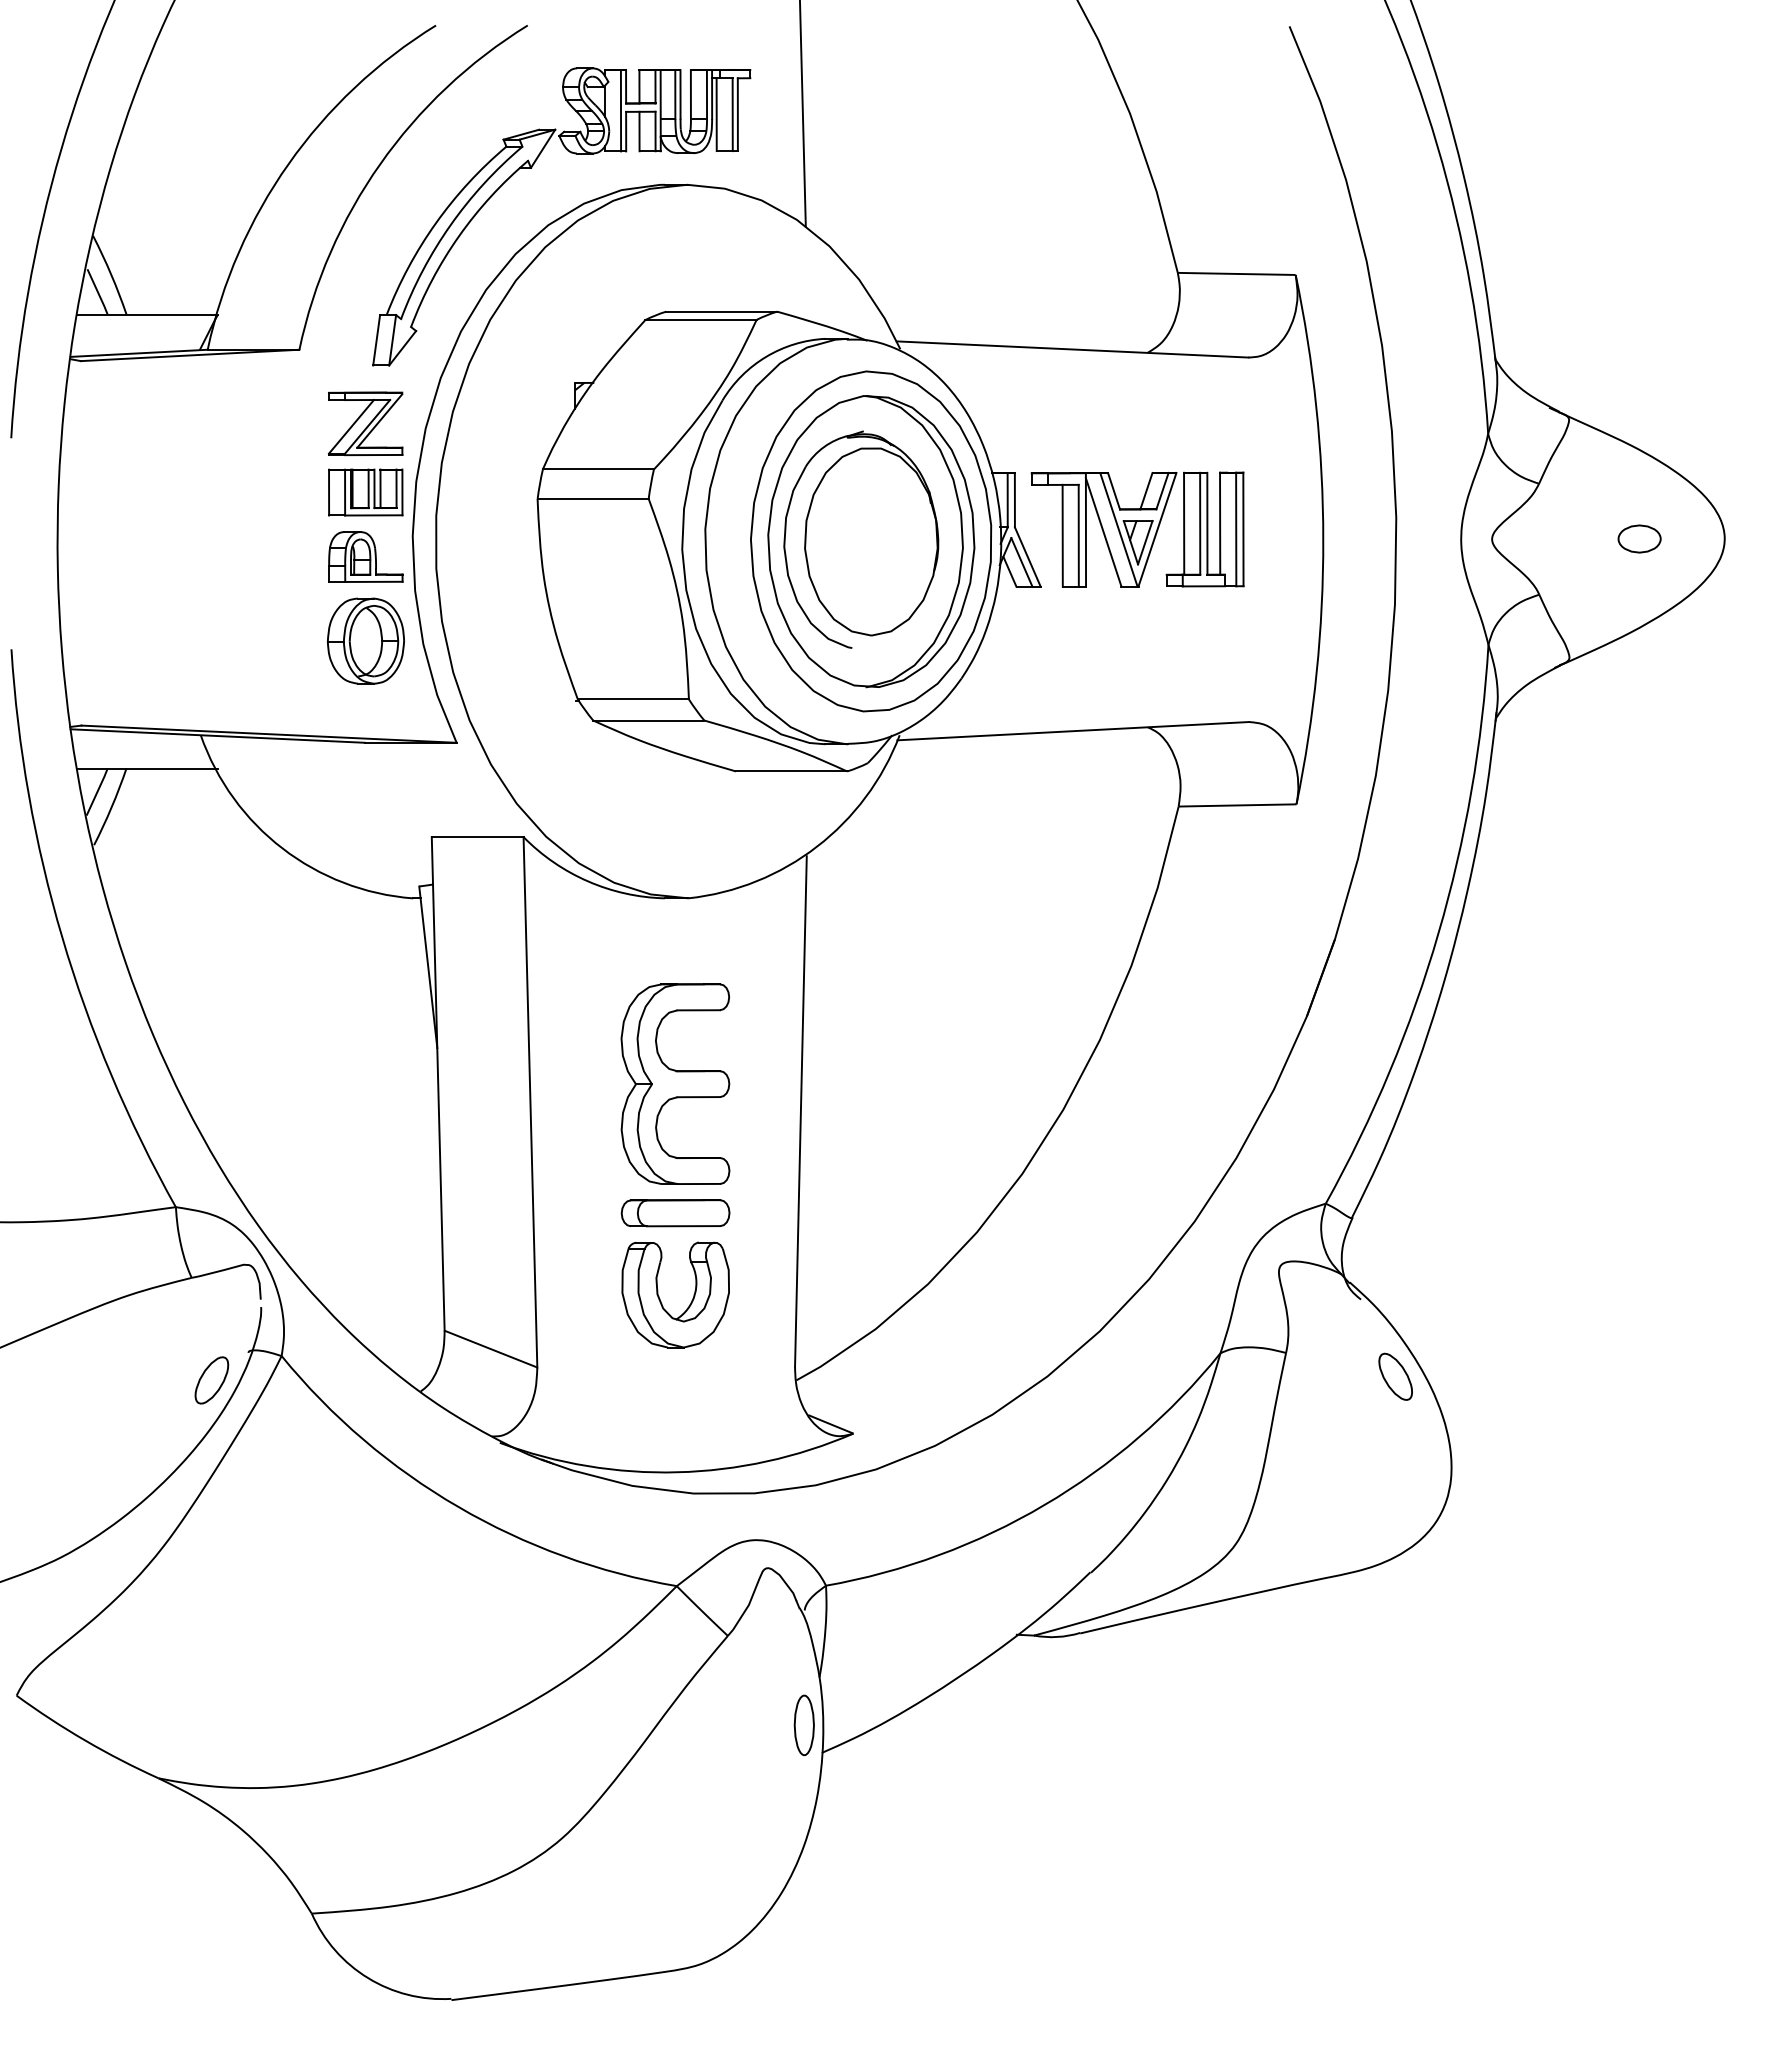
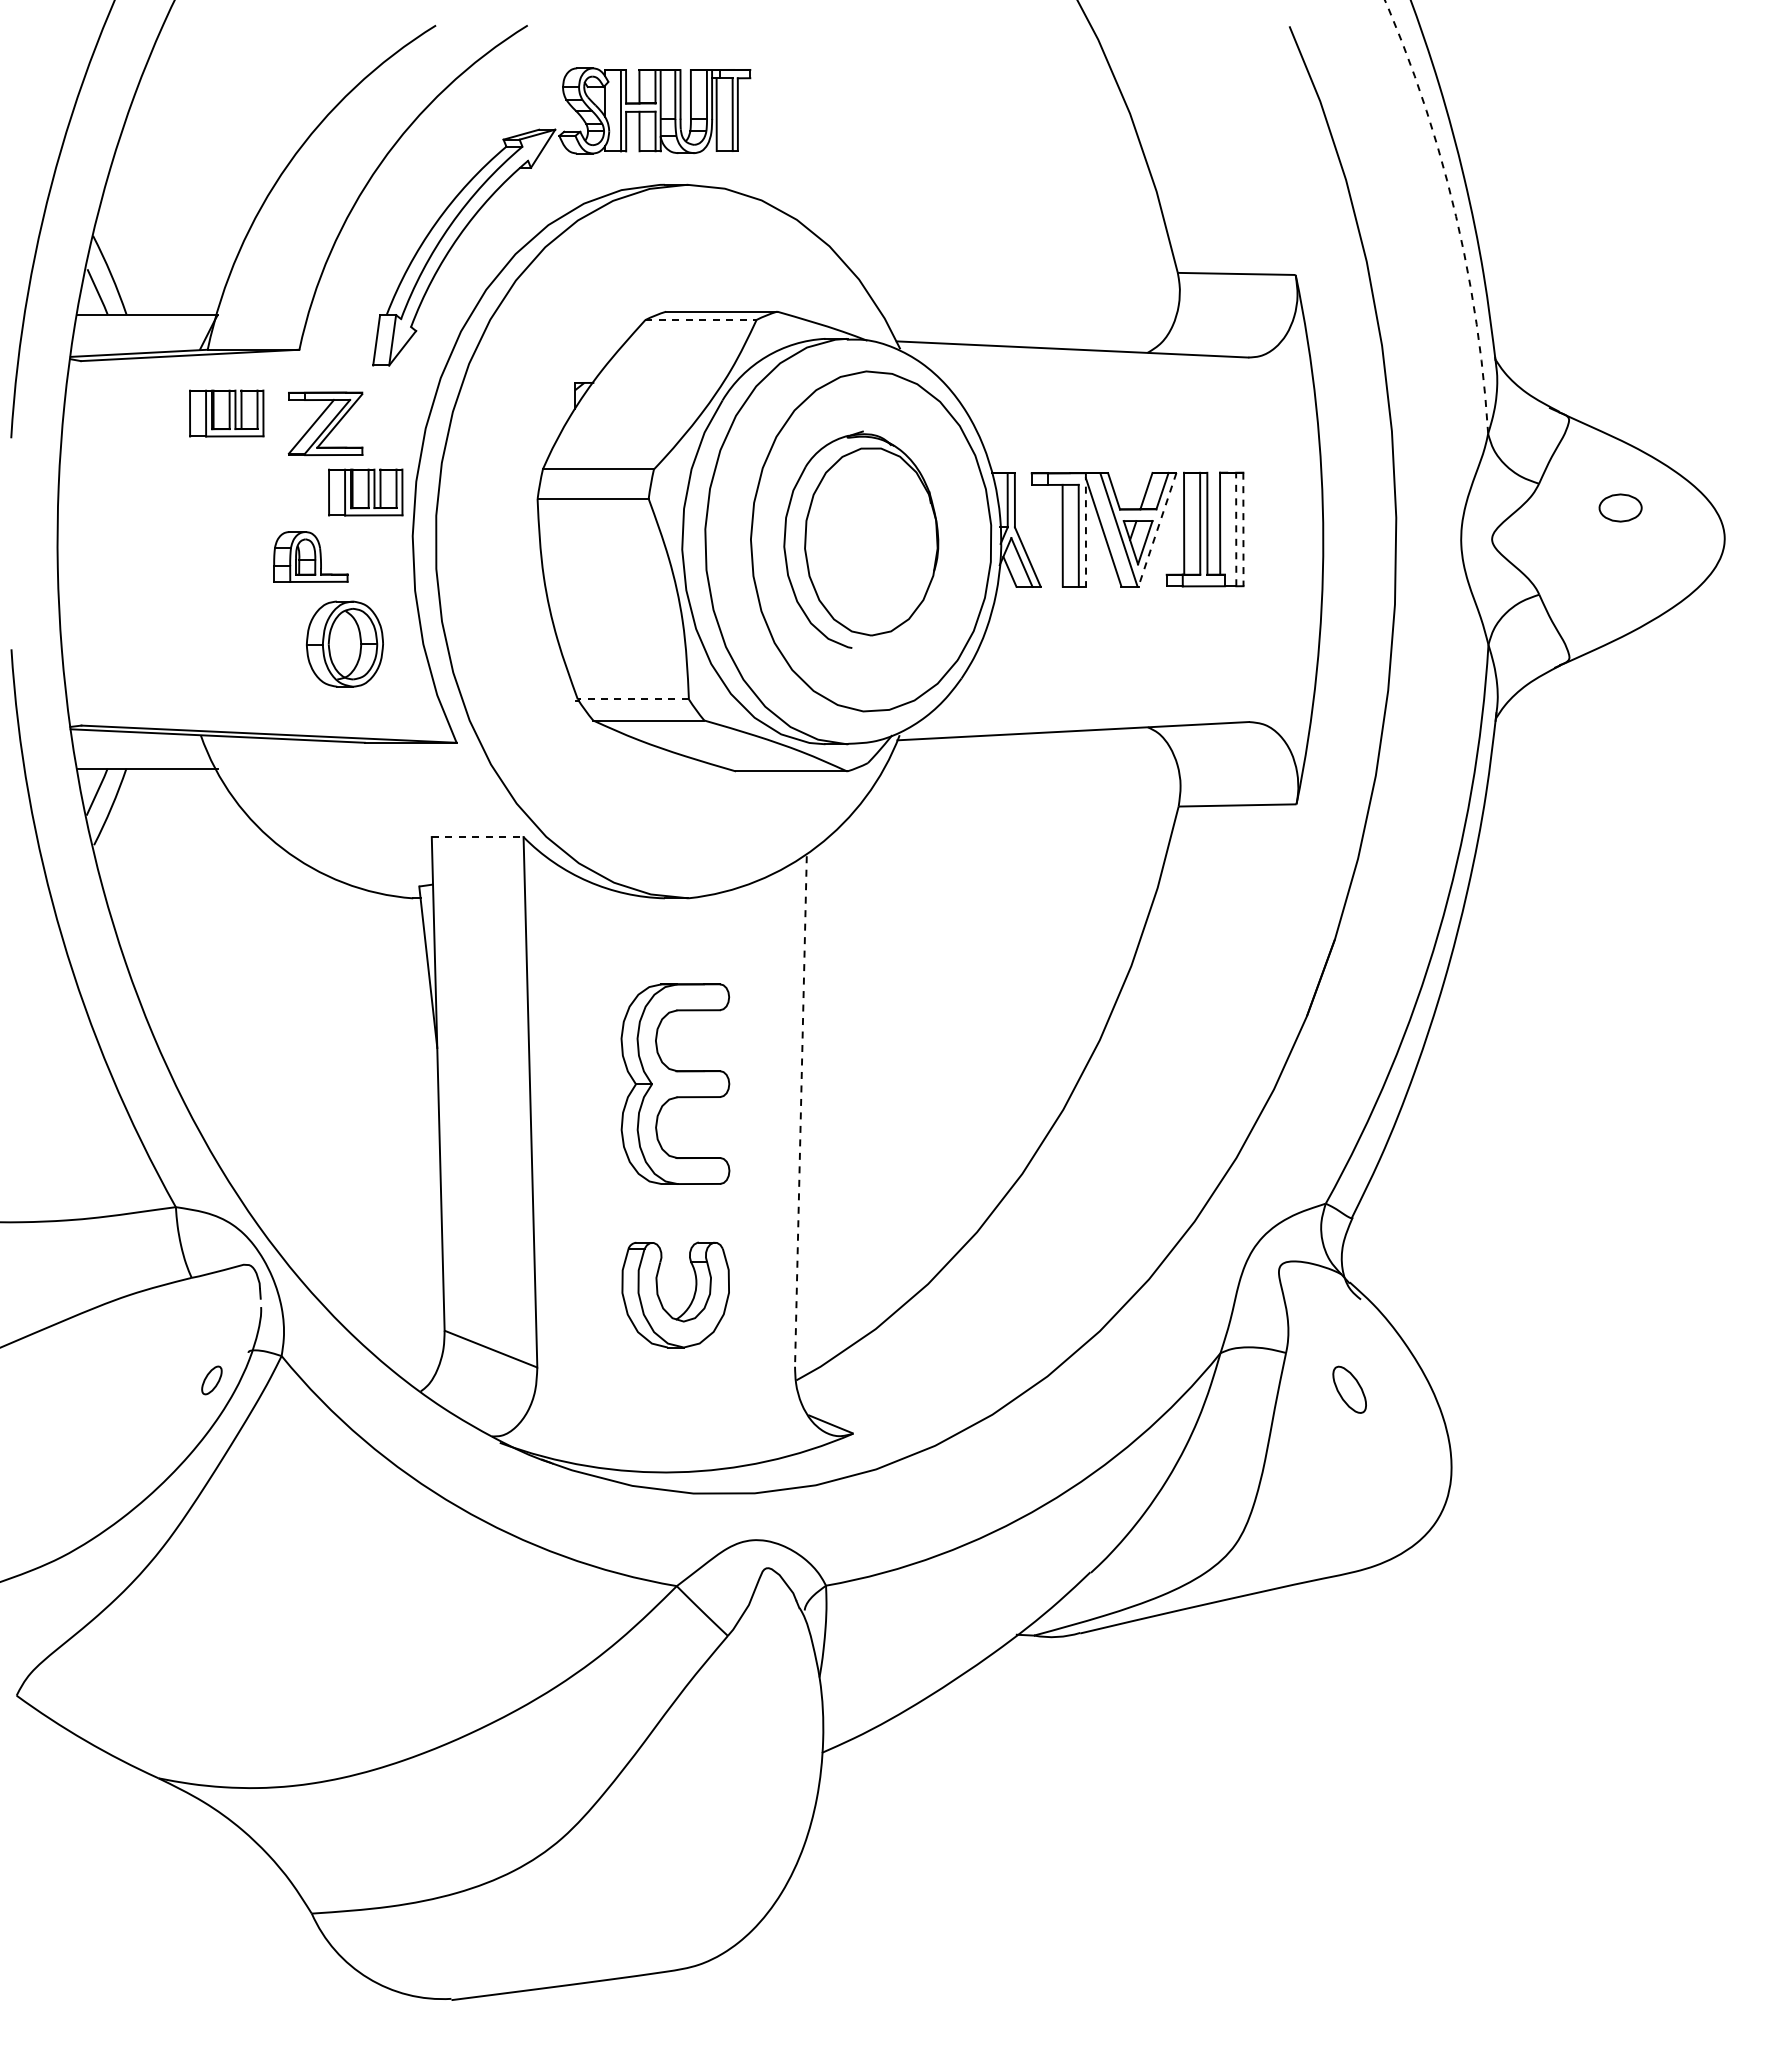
line at (802, 114): present -> none
arc at (1455, 212): solid -> dashed
line at (701, 319): solid -> dashed
part at (226, 413): none -> present
part at (365, 423) position: (365, 423) -> (325, 423)
line at (1085, 529): solid -> dashed
line at (1157, 529): solid -> dashed
line at (1236, 529): solid -> dashed
line at (1243, 529): solid -> dashed
part at (1639, 538) position: (1639, 538) -> (1620, 507)
part at (871, 541): present -> none
part at (365, 556) position: (365, 556) -> (310, 556)
part at (365, 640) position: (365, 640) -> (344, 643)
line at (633, 699): solid -> dashed
line at (477, 837): solid -> dashed
line at (800, 1111): solid -> dashed
part at (675, 1213): present -> none
part at (1395, 1376) position: (1395, 1376) -> (1349, 1389)
part at (211, 1380) size: 36x49 px -> 22x31 px
part at (803, 1725): present -> none
